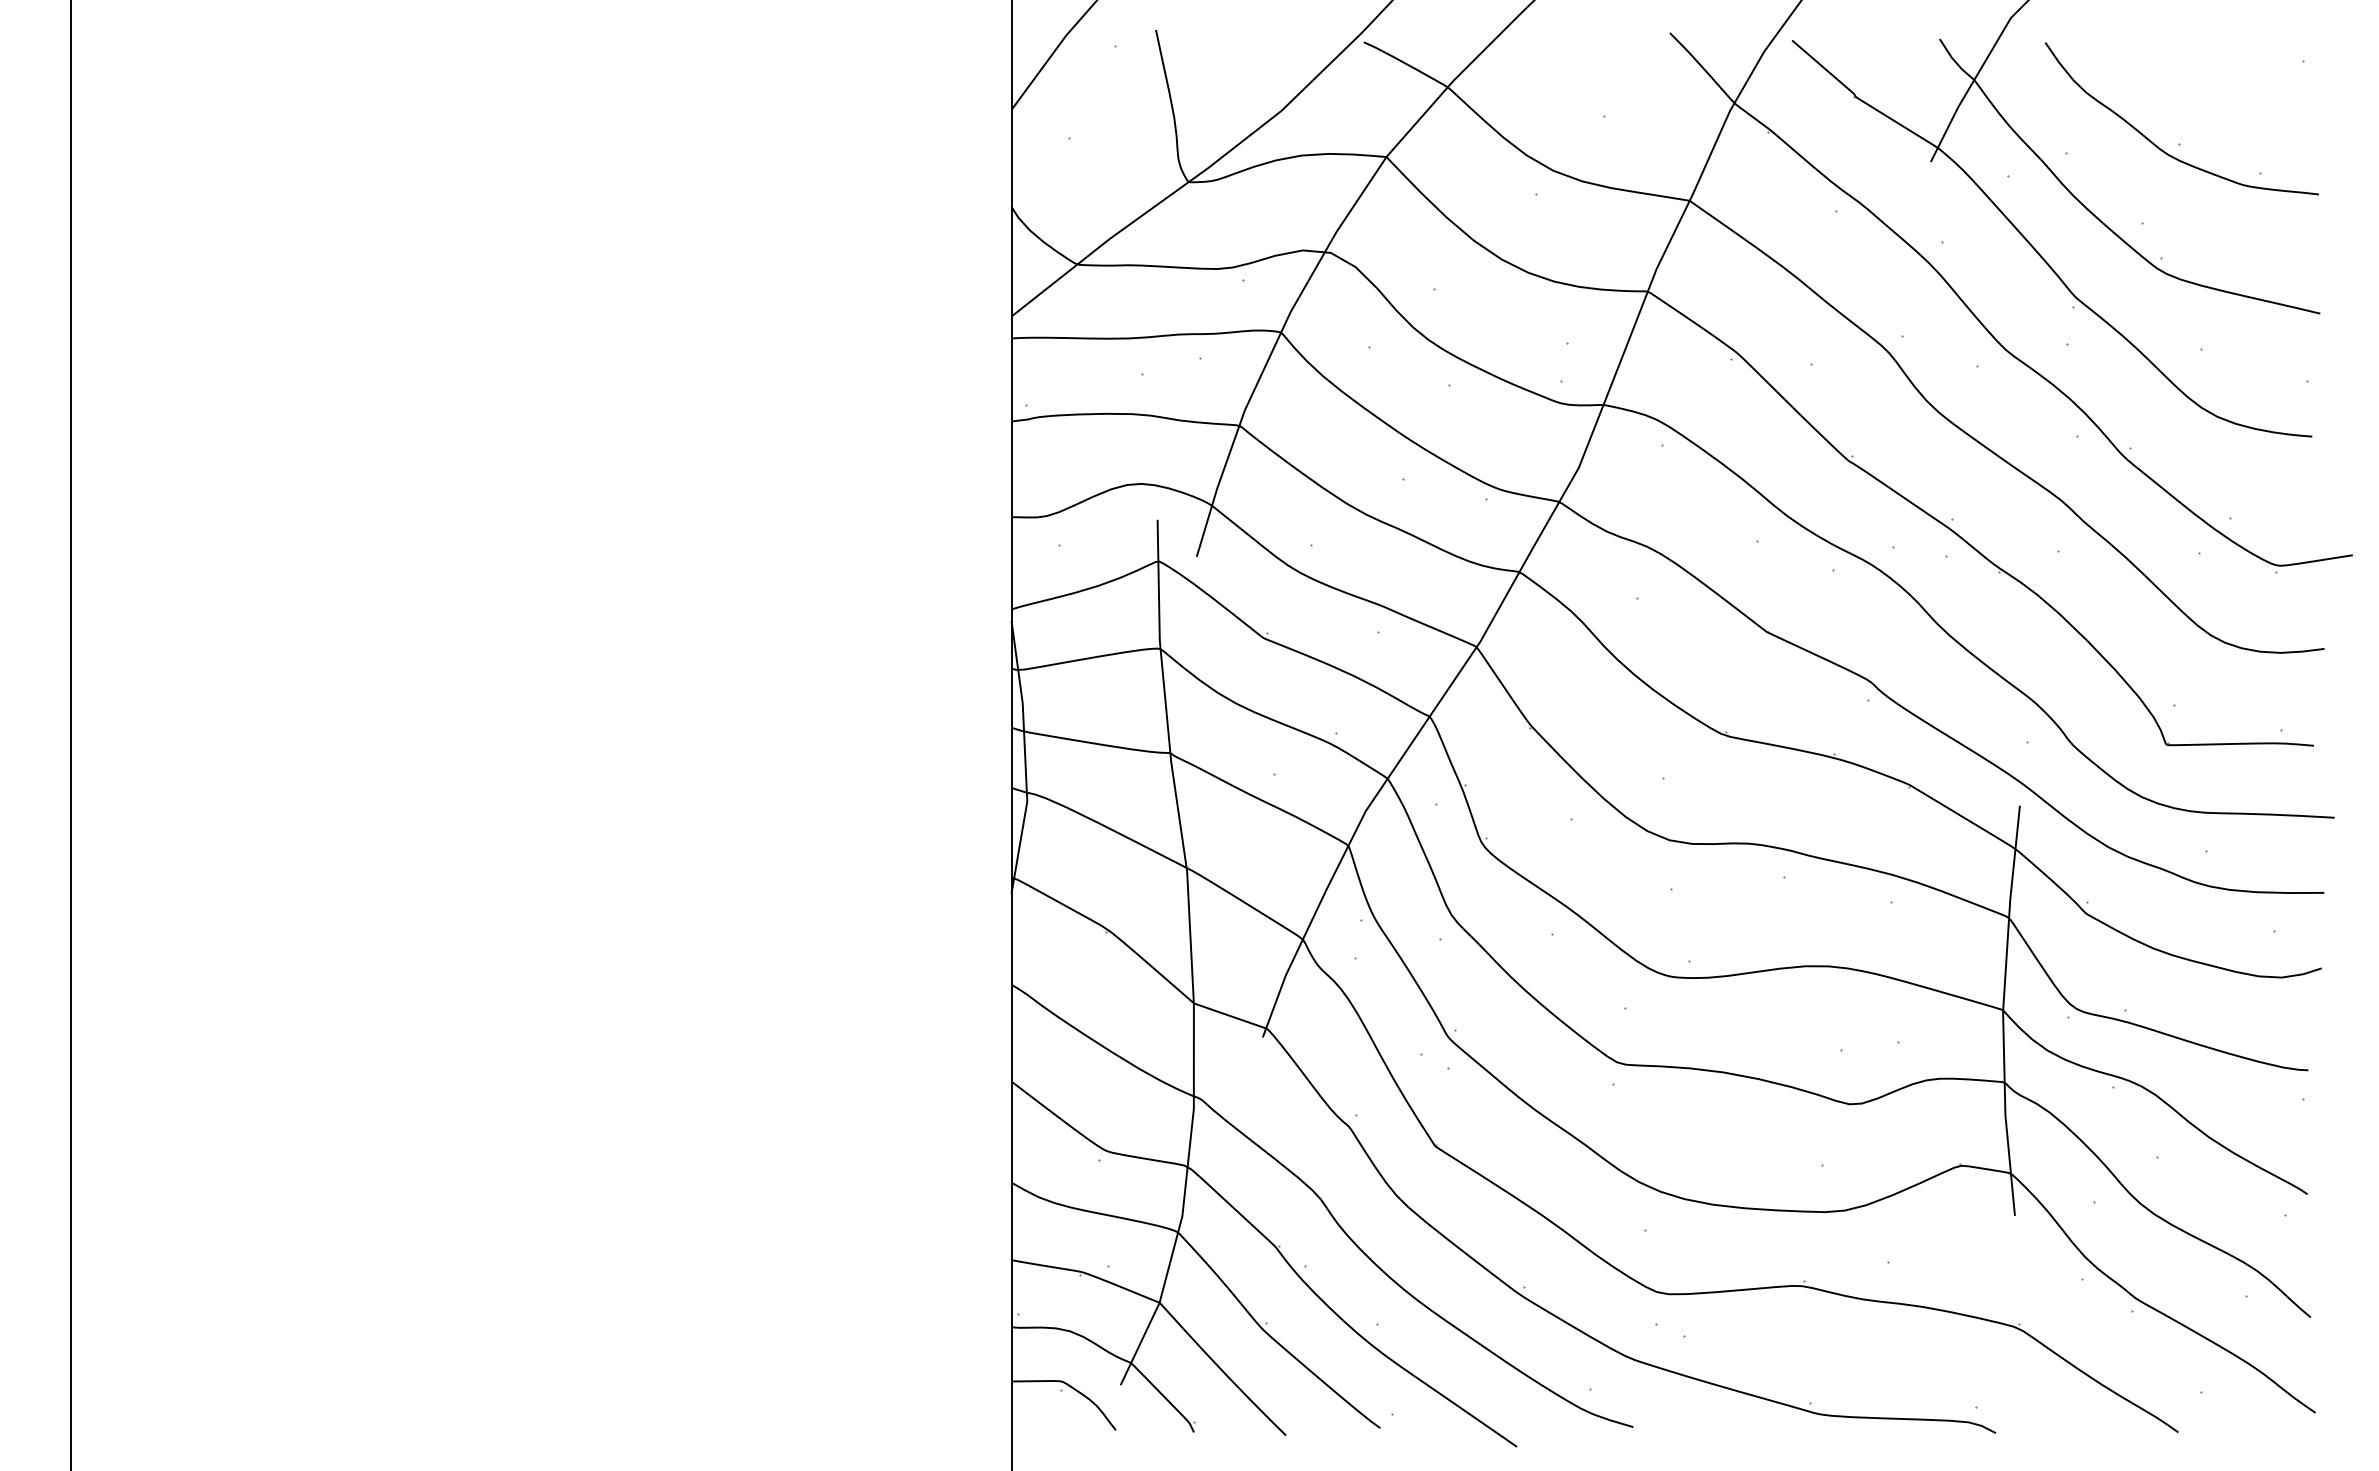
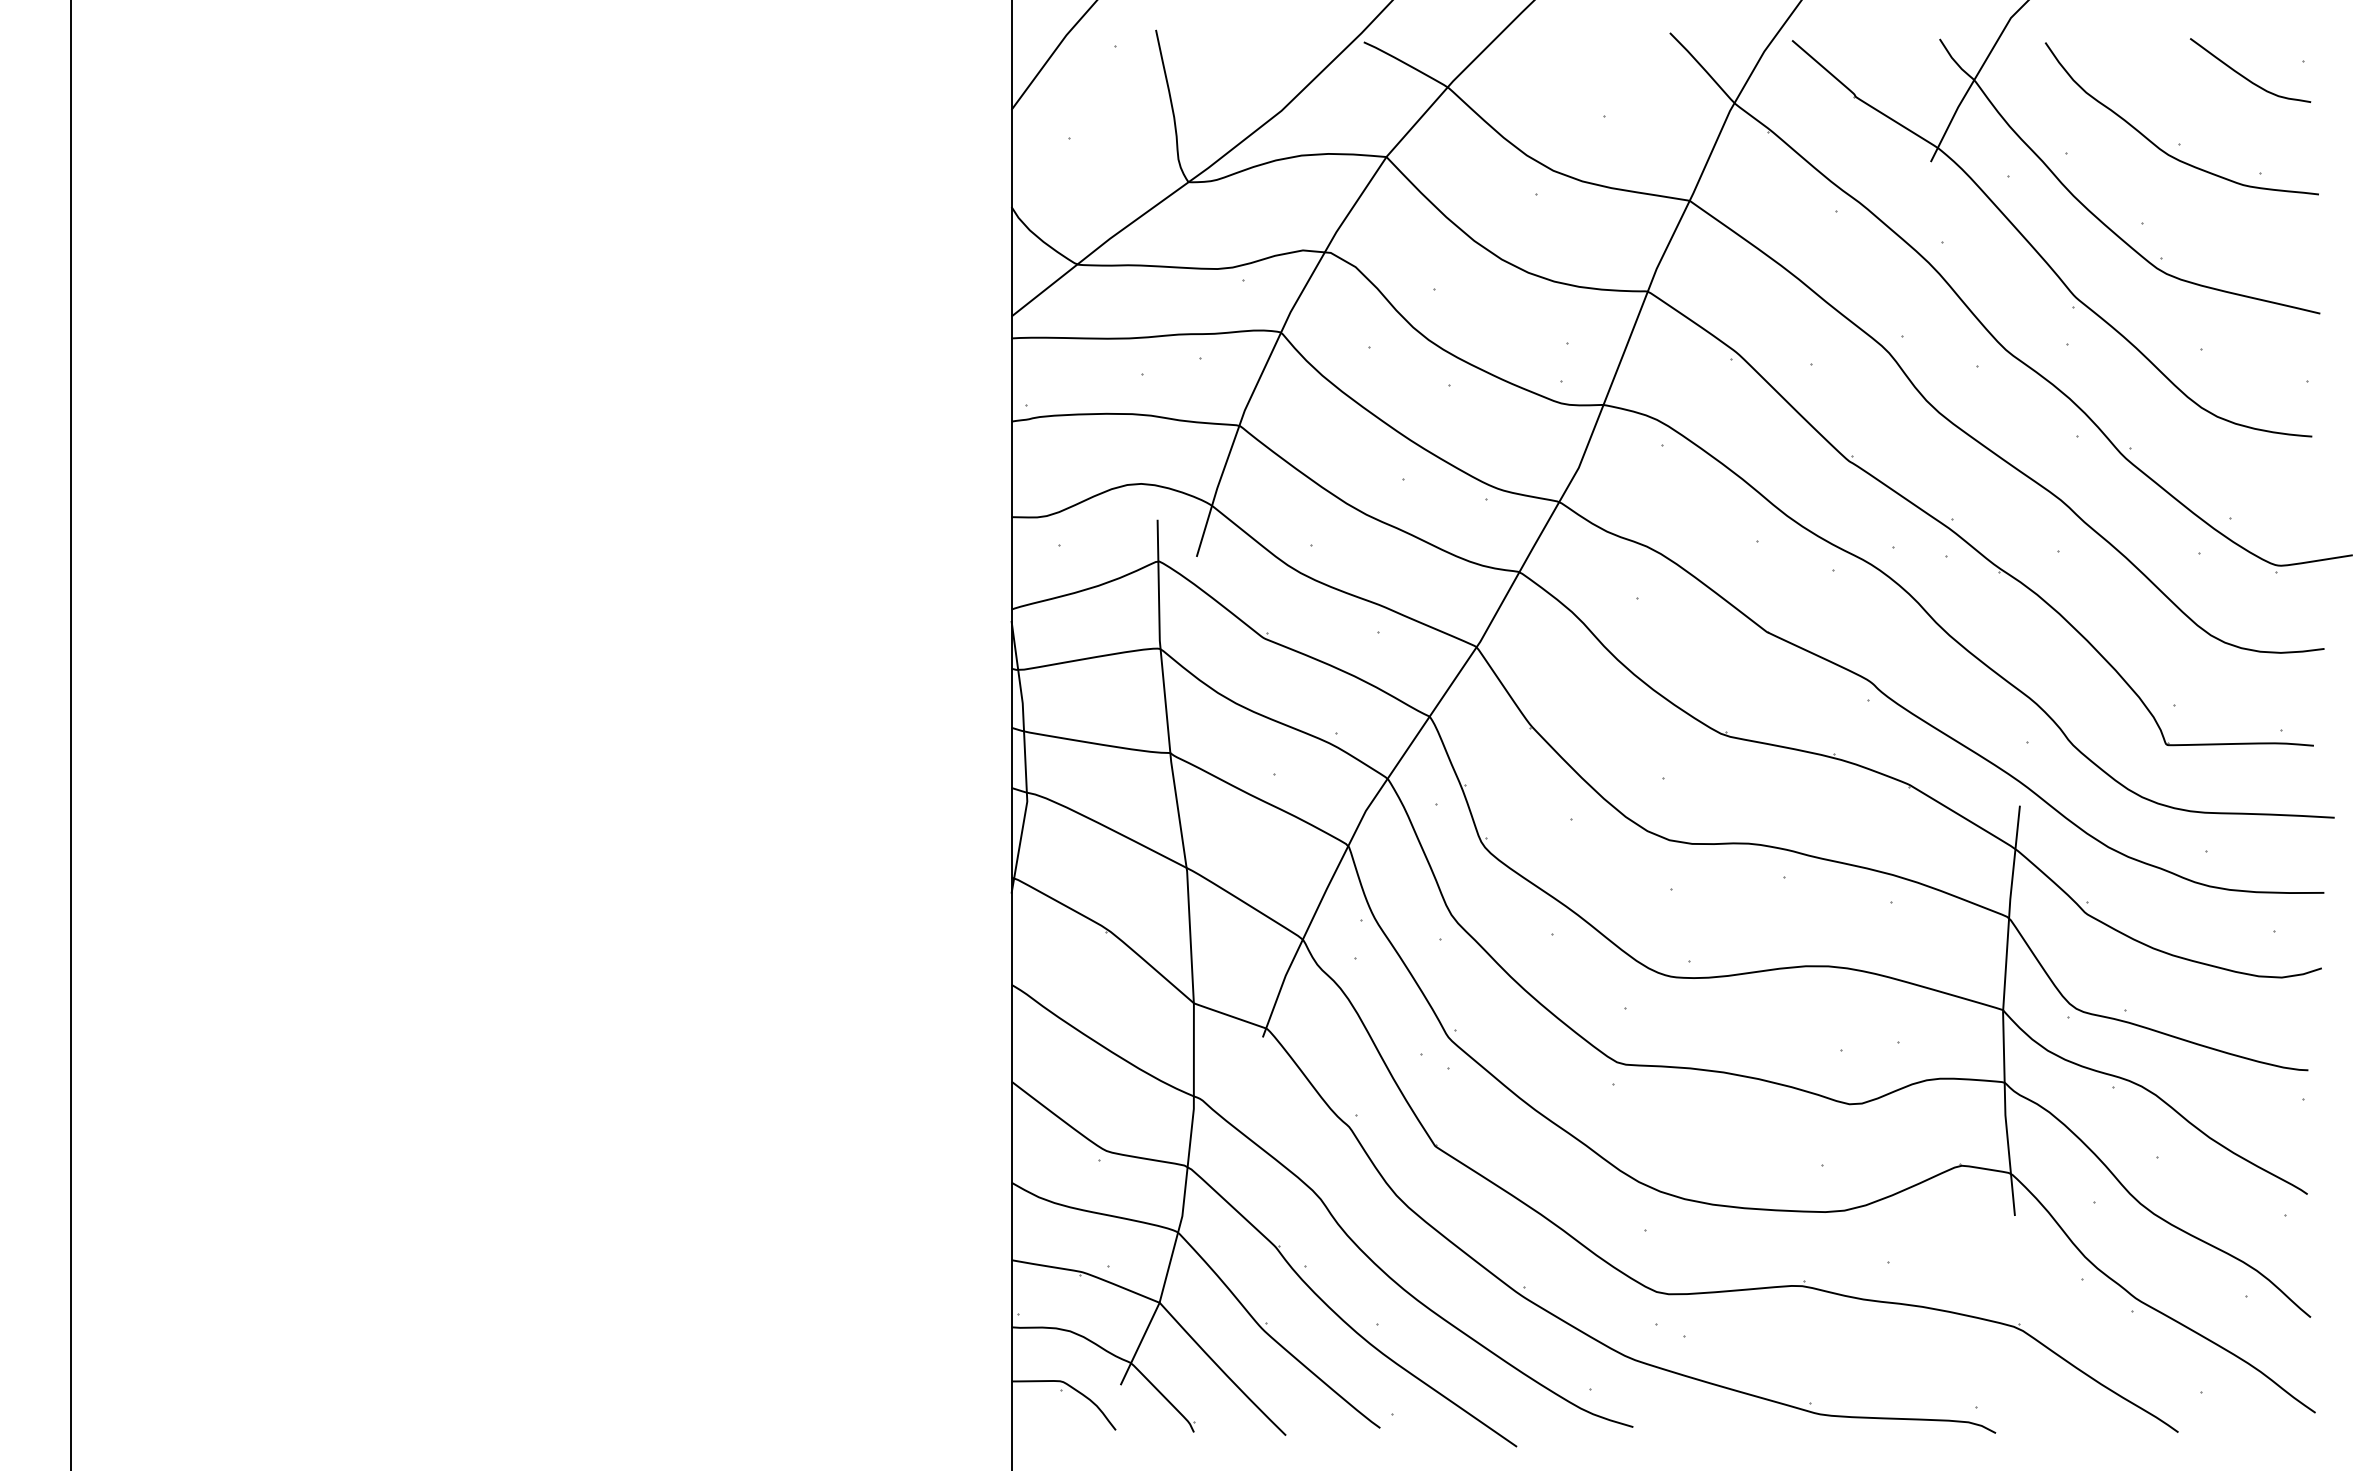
curve at (2246, 77): none -> present
